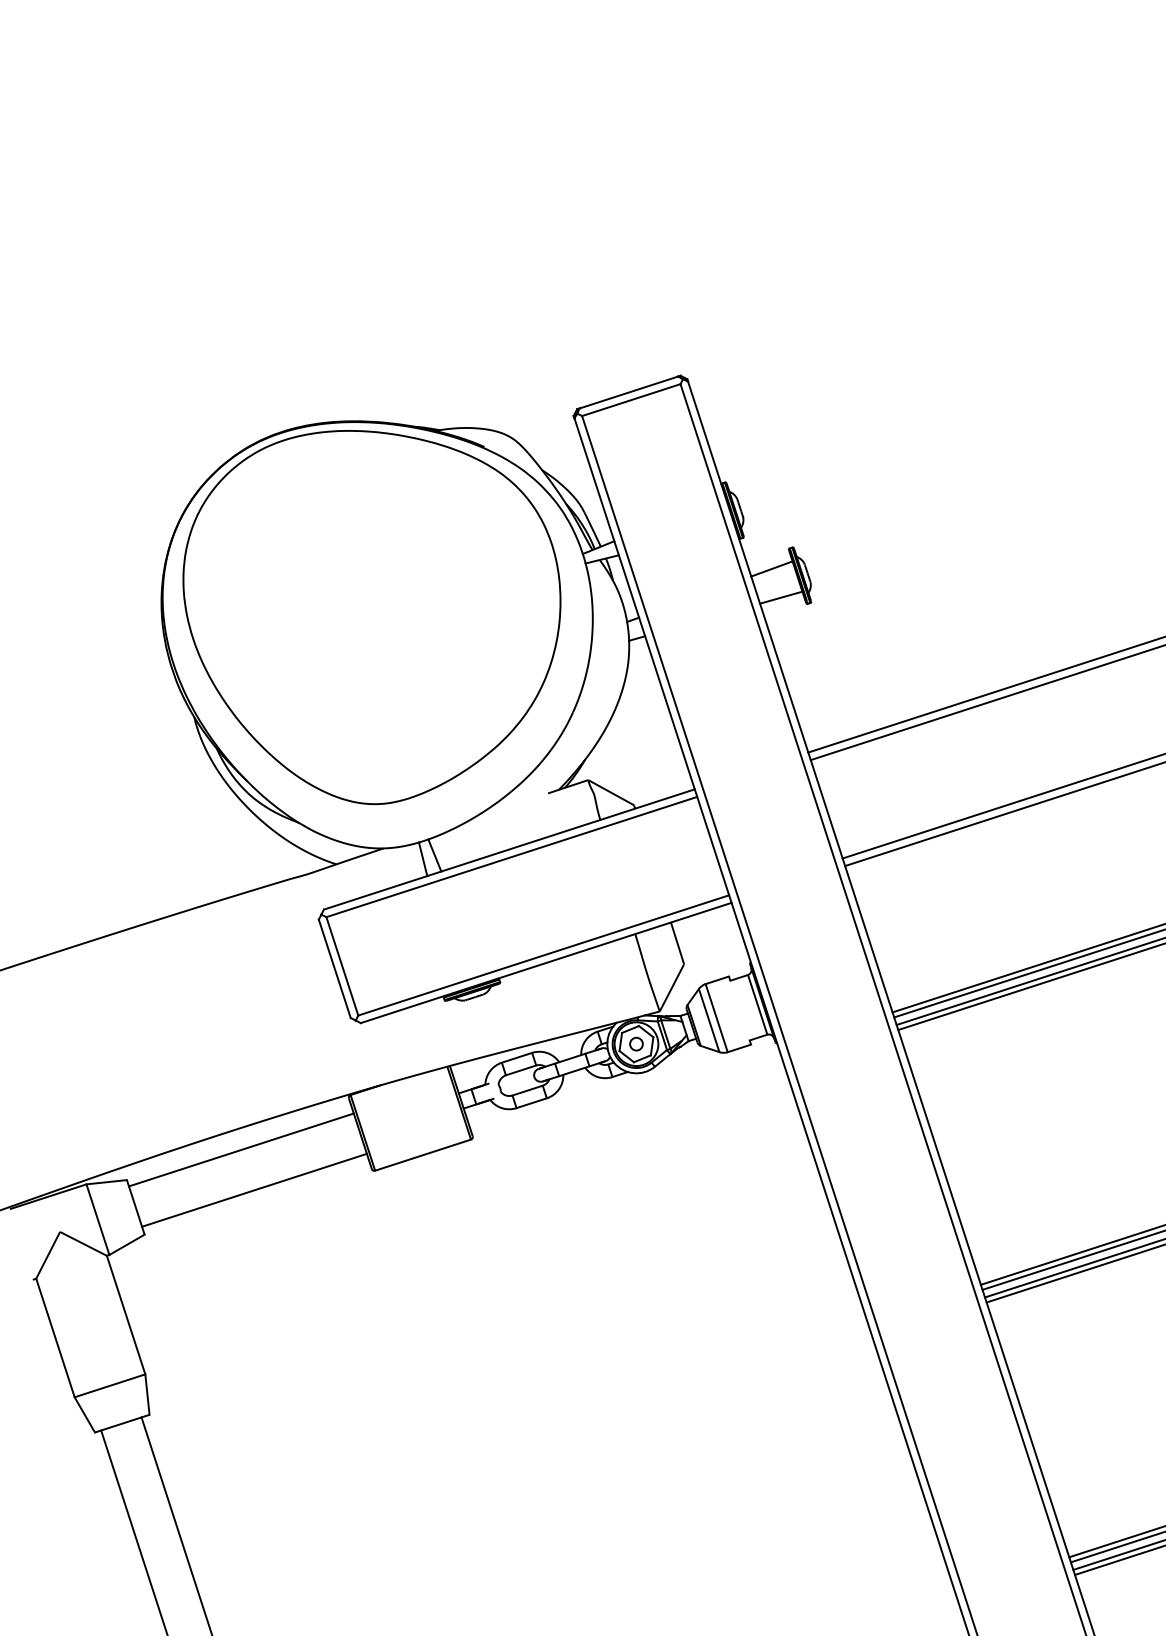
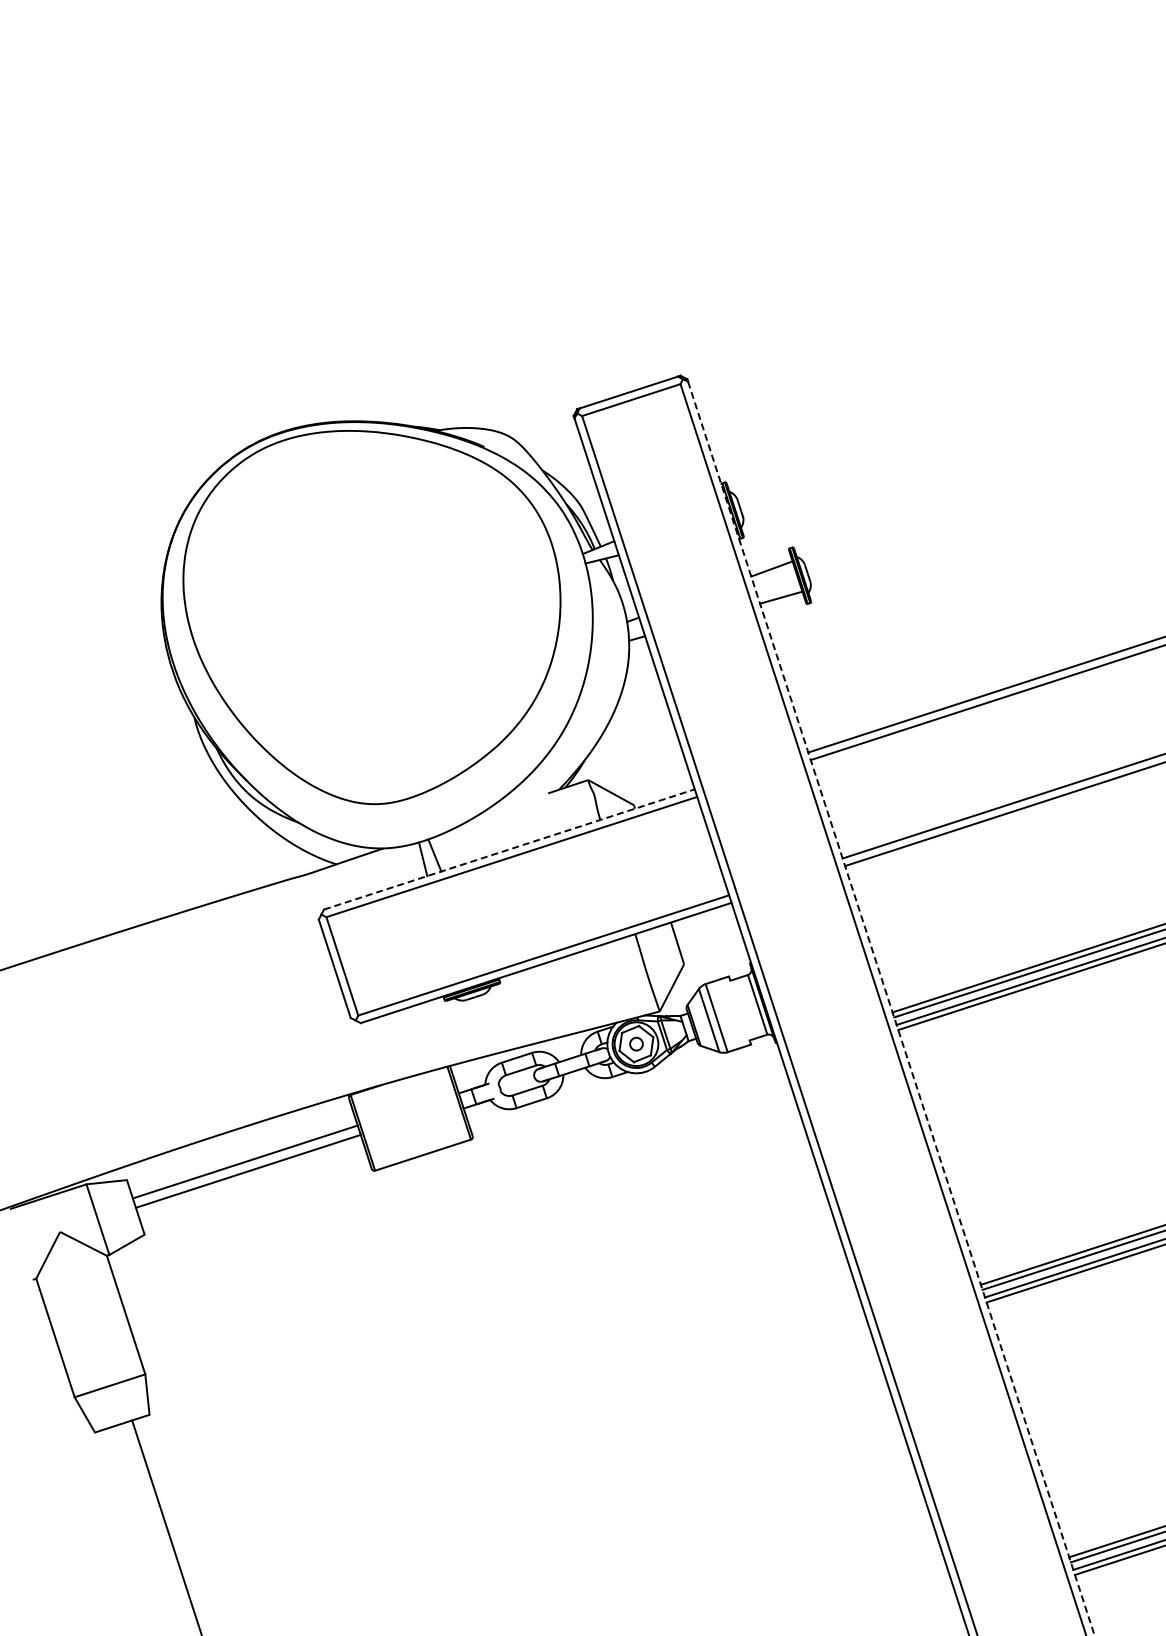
line at (509, 849): solid -> dashed
line at (891, 1008): solid -> dashed
line at (241, 1149) position: (241, 1149) -> (245, 1161)
line at (254, 1189) position: (254, 1189) -> (248, 1170)
line at (176, 1524): present -> none
line at (133, 1531) position: (133, 1531) -> (166, 1526)
